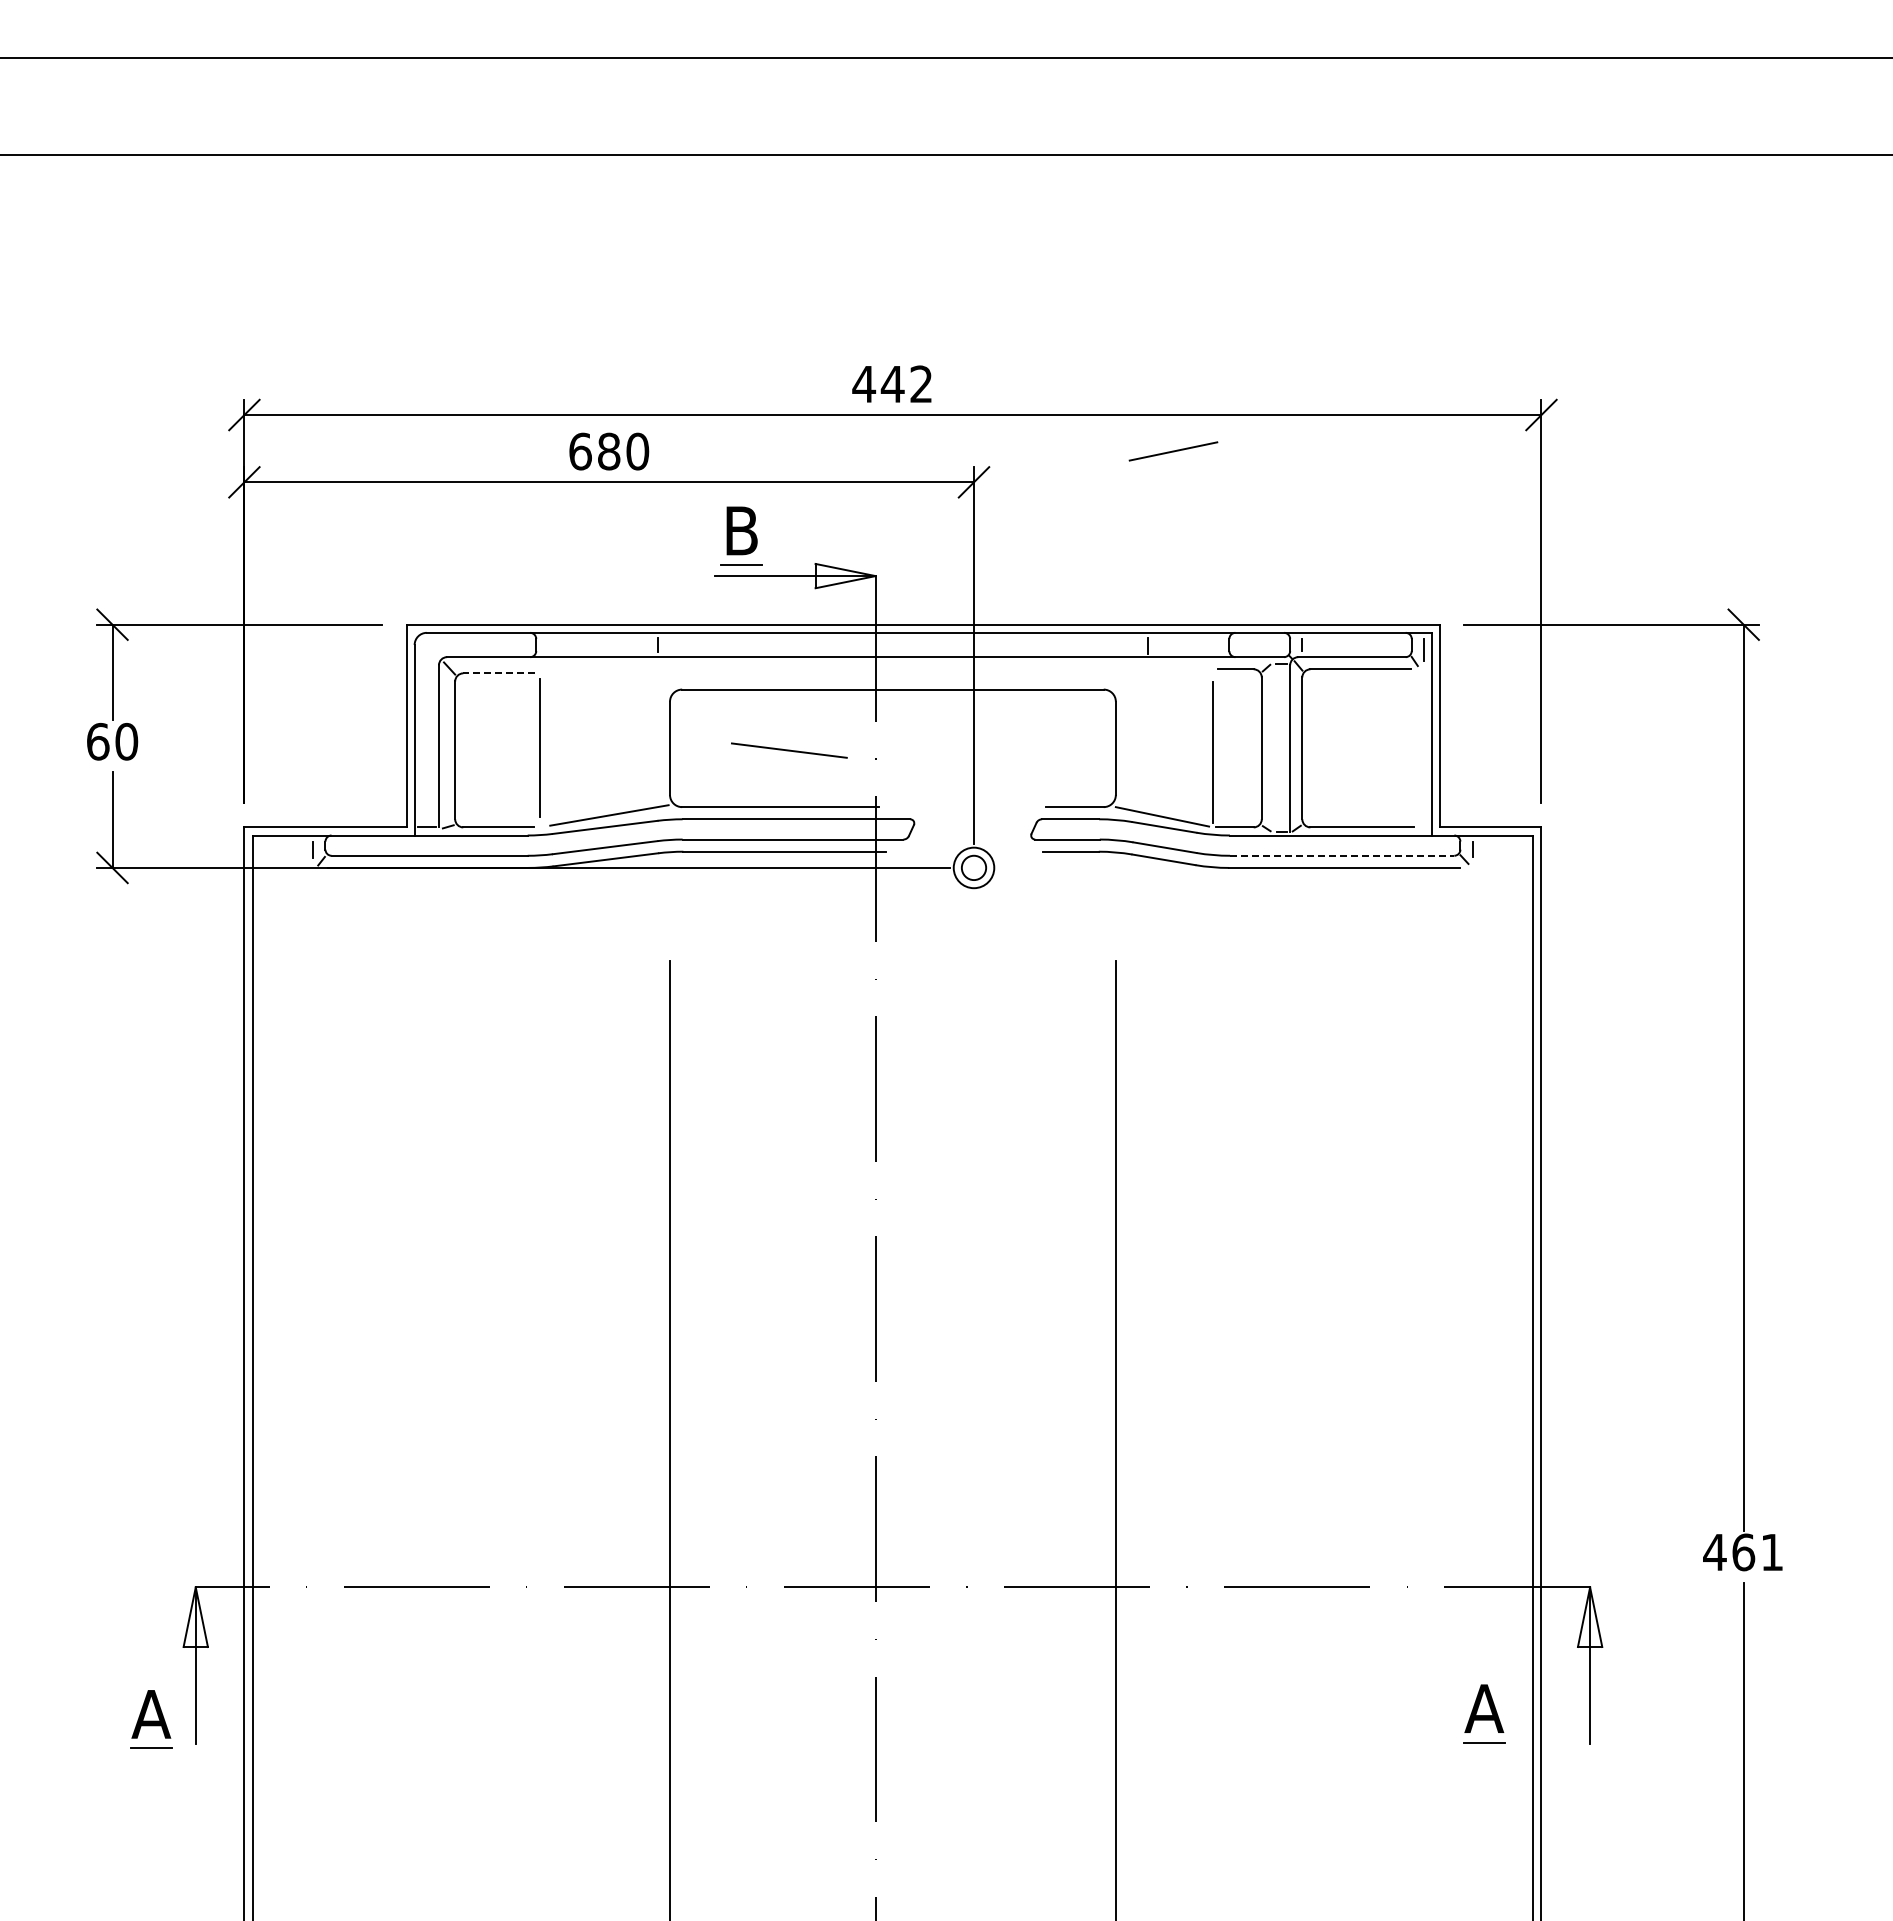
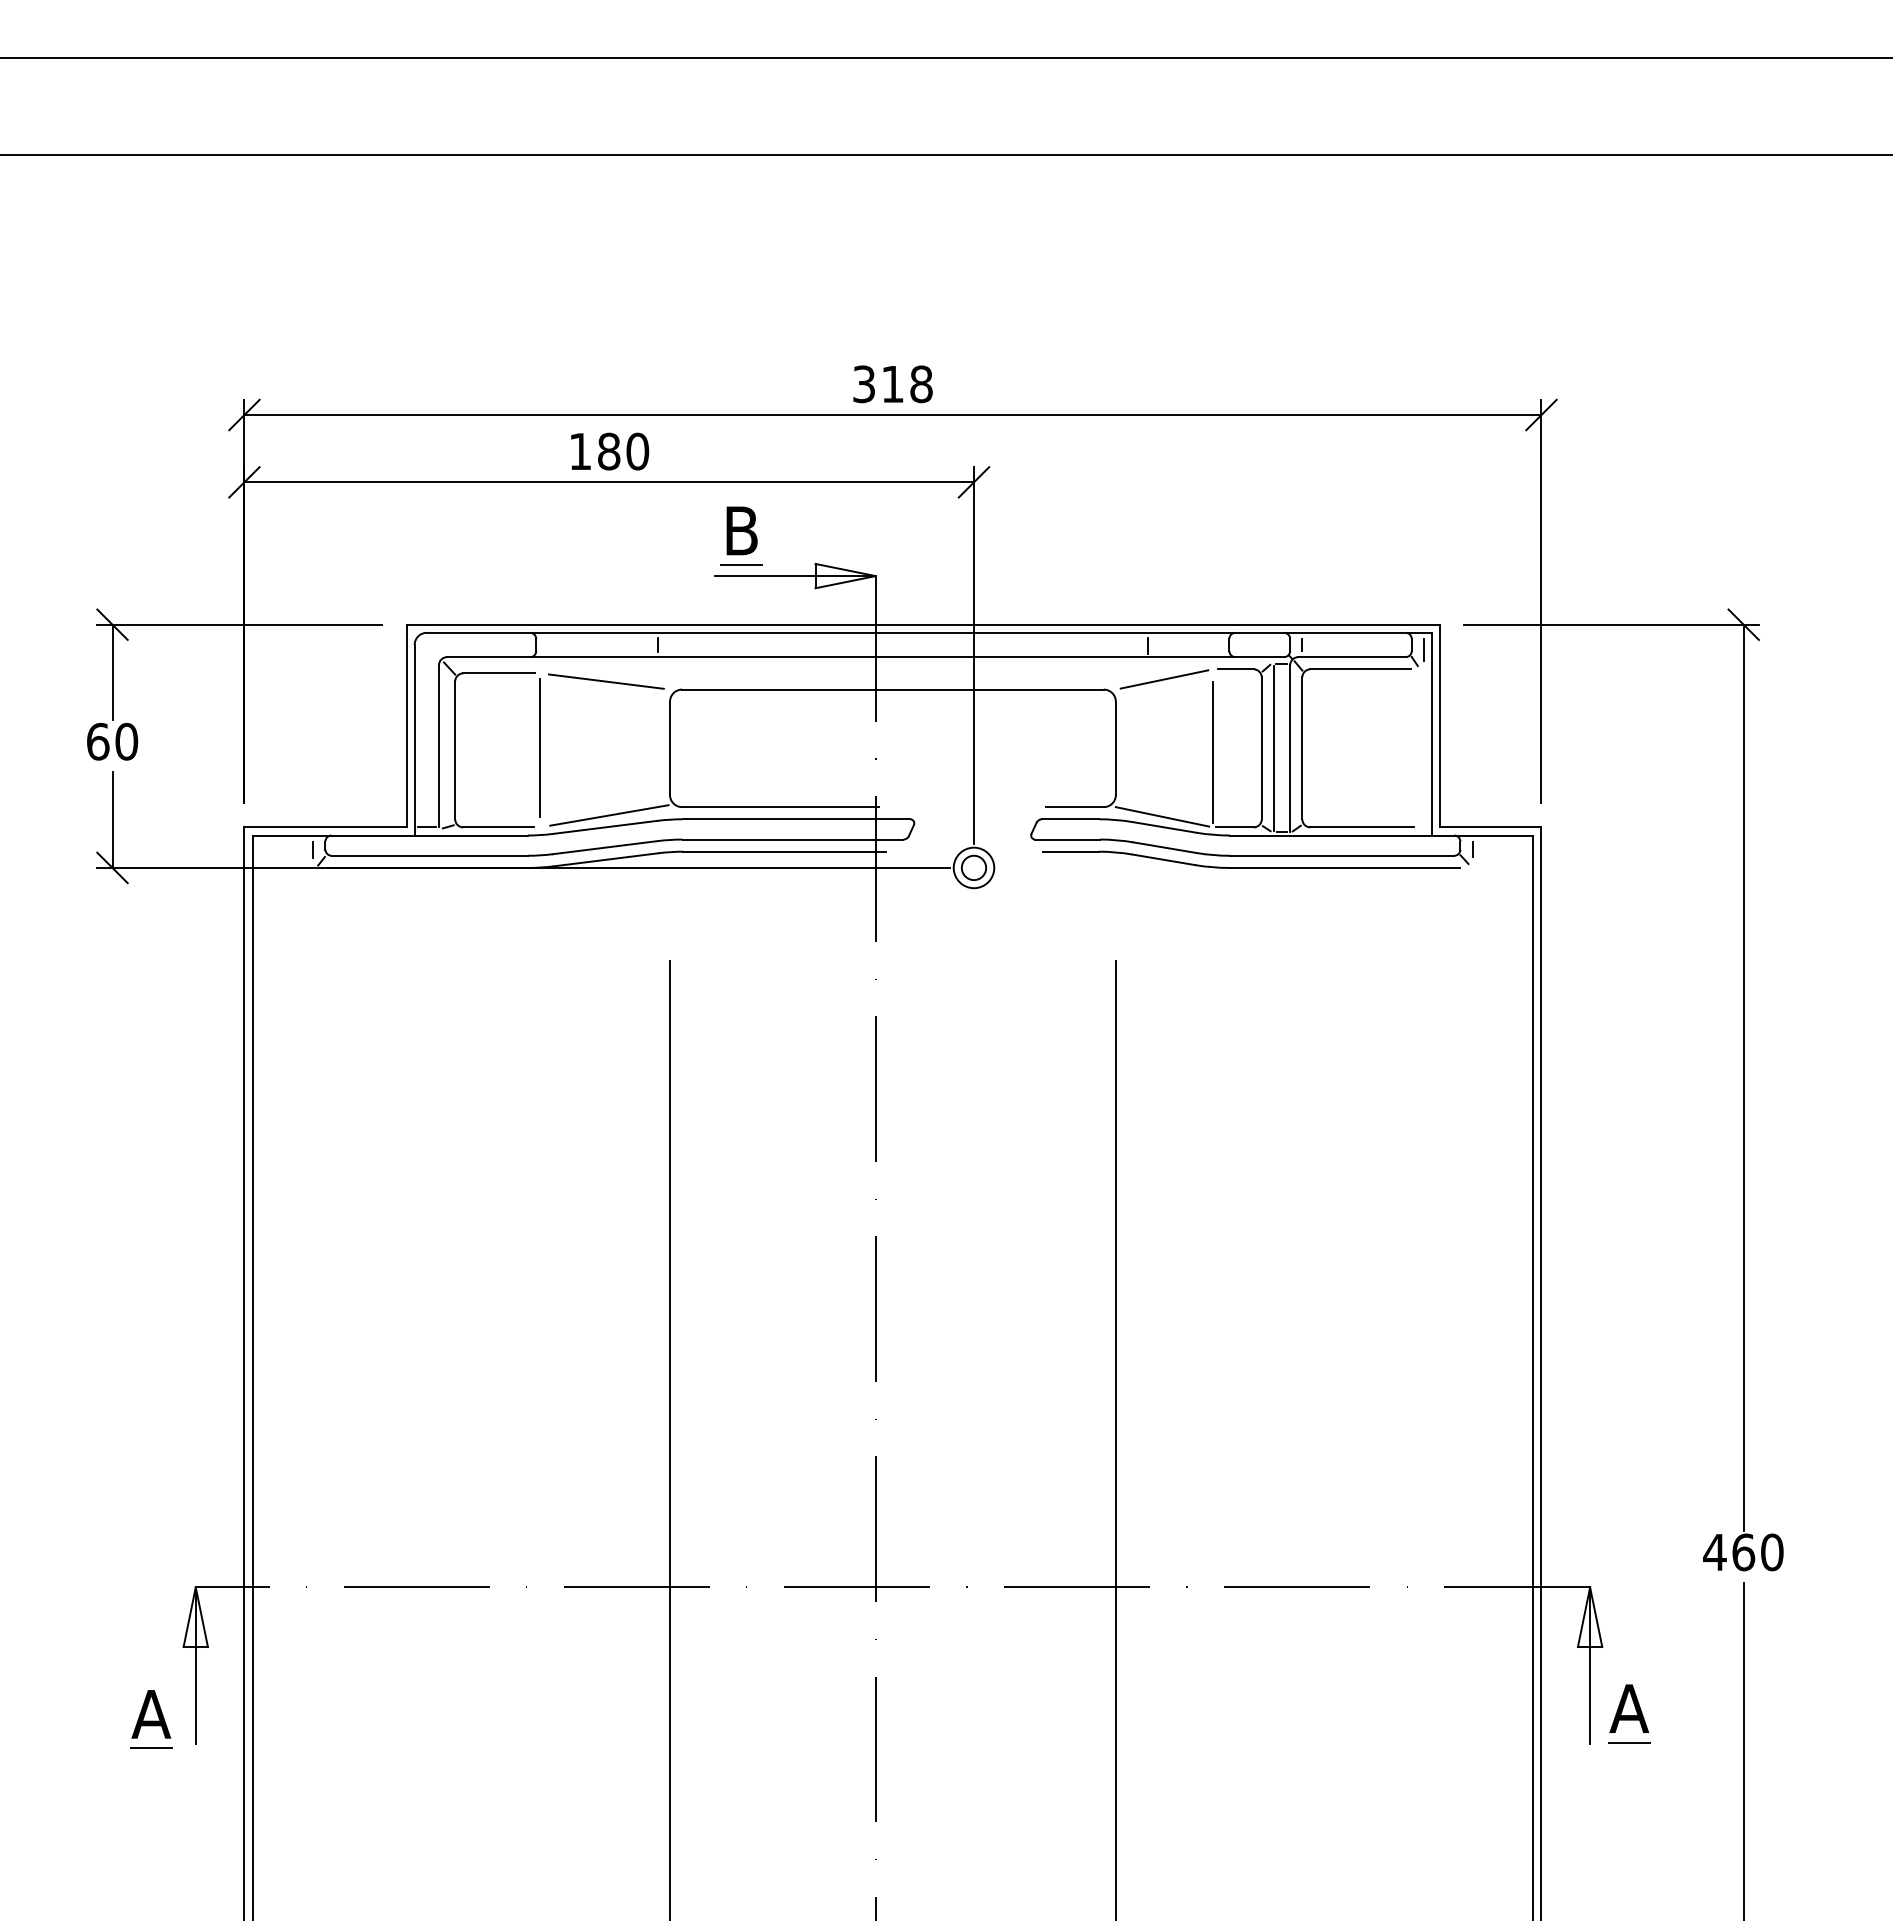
text at (892, 384): 442 -> 318
text at (580, 451): 680 -> 180
line at (1173, 451) position: (1173, 451) -> (1164, 679)
line at (498, 673): dashed -> solid
line at (1273, 748): none -> present
line at (789, 750) position: (789, 750) -> (606, 681)
line at (1342, 855): dashed -> solid
text at (1772, 1552): 461 -> 460
part at (1484, 1713) position: (1484, 1713) -> (1629, 1713)
